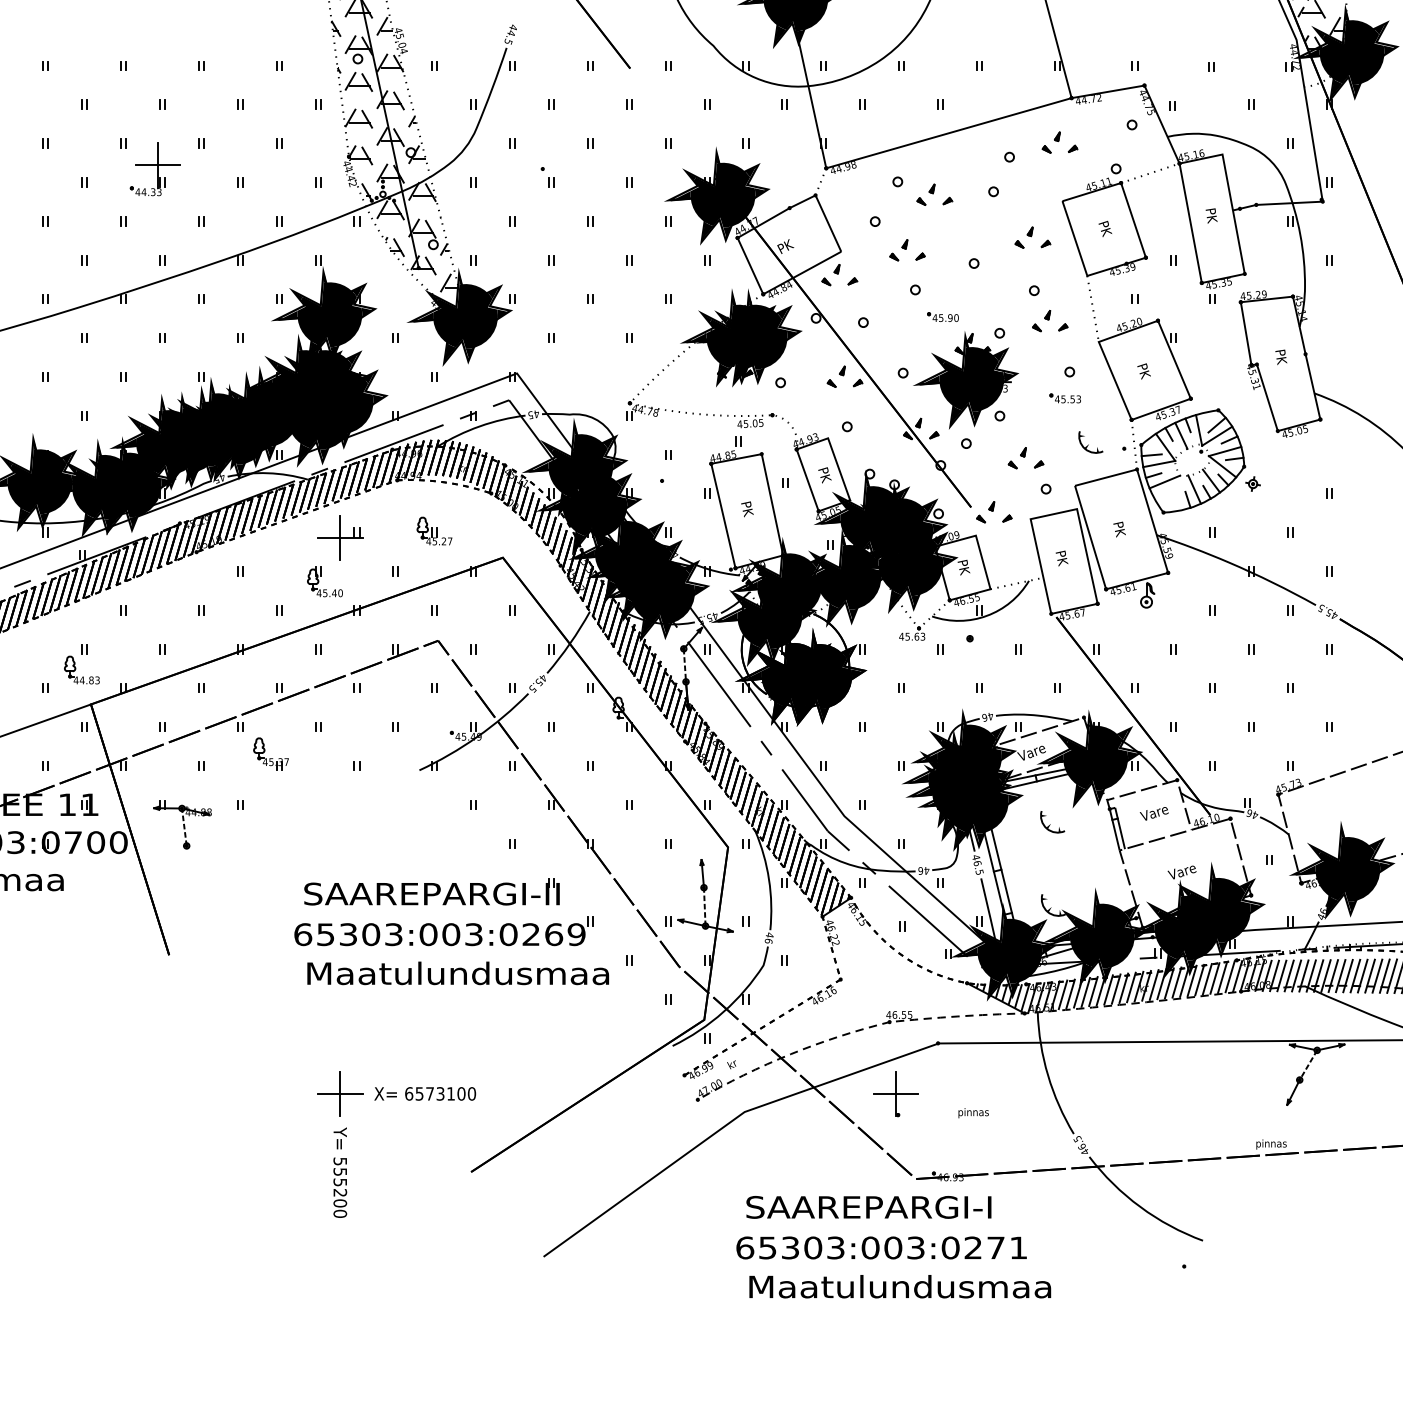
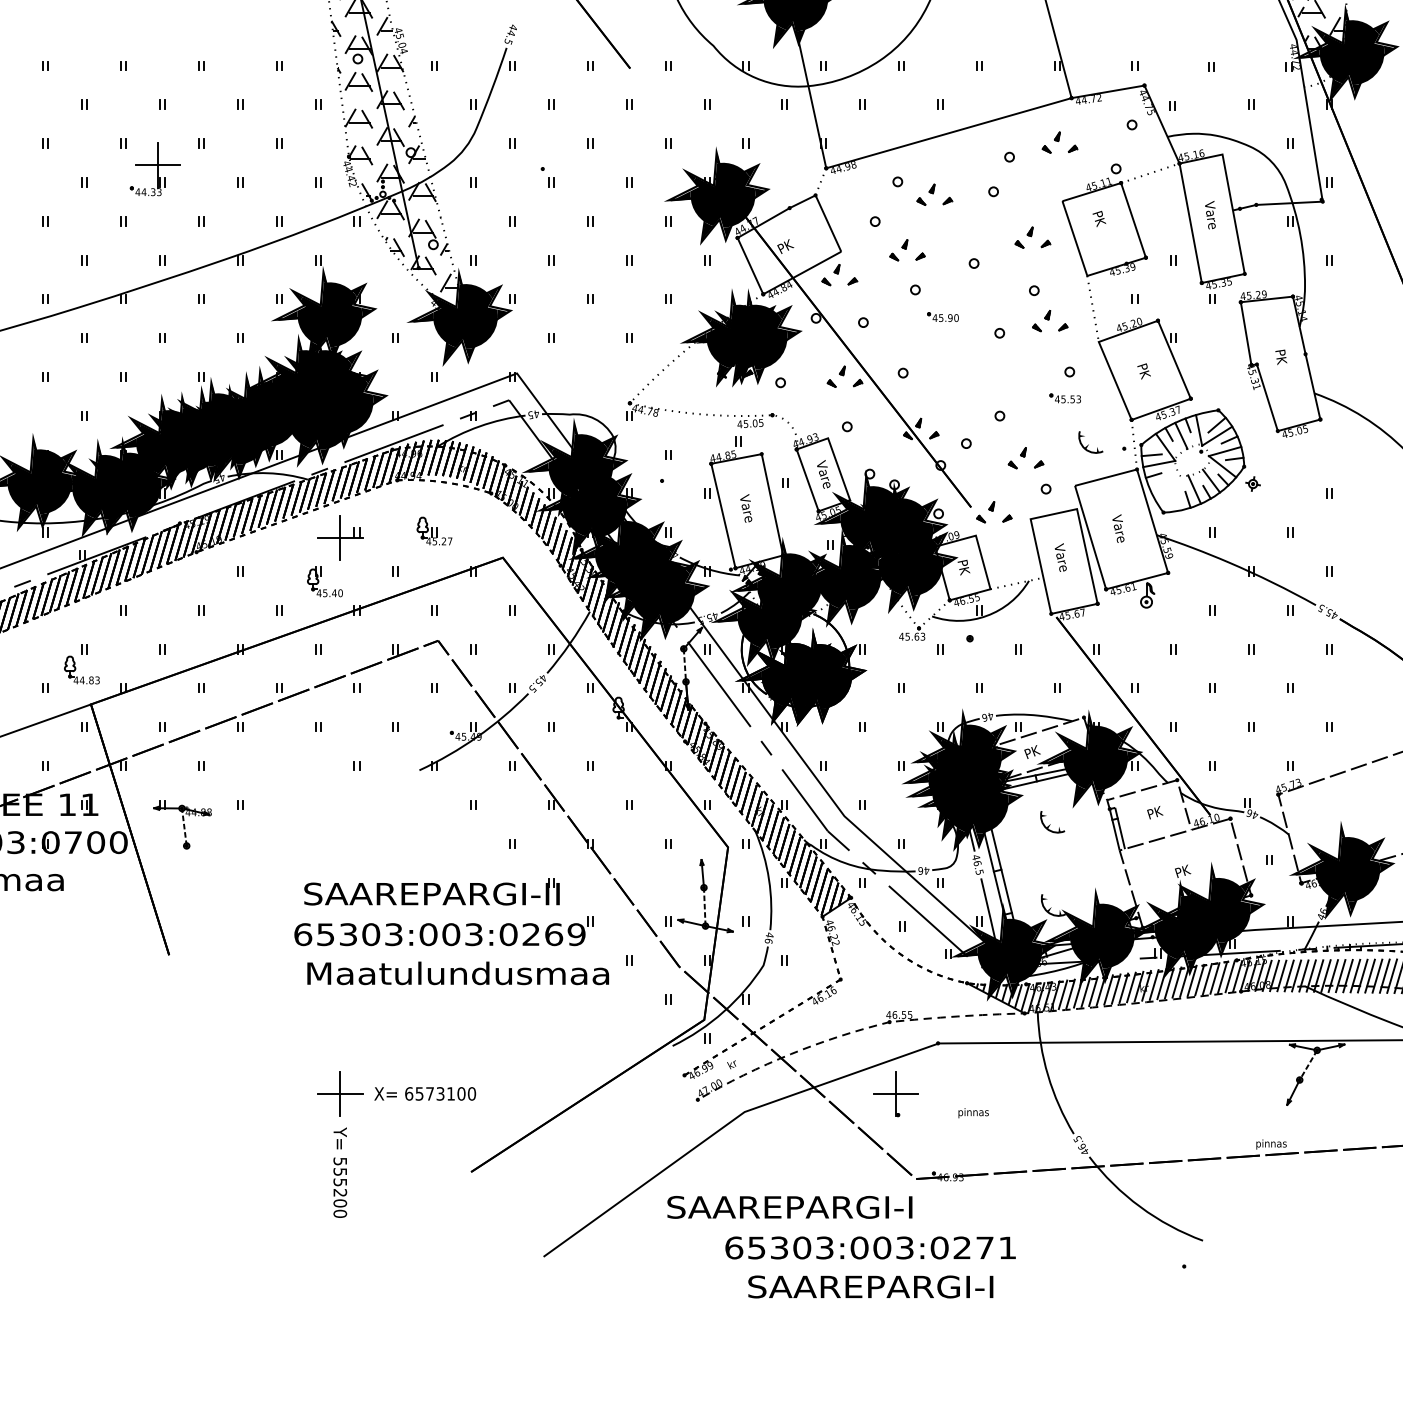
text at (1211, 214): PK -> Vare
text at (1105, 228) position: (1105, 228) -> (1099, 218)
part at (965, 380): present -> none
text at (824, 474): PK -> Vare
line at (1164, 481): present -> none
text at (746, 508): PK -> Vare
text at (1118, 528): PK -> Vare
text at (1061, 557): PK -> Vare
text at (1031, 752): Vare -> PK
part at (270, 753): present -> none
text at (1153, 813): Vare -> PK
text at (1181, 871): Vare -> PK
text at (868, 1207) position: (868, 1207) -> (789, 1207)
text at (881, 1247) position: (881, 1247) -> (870, 1247)
text at (899, 1286): Maatulundusmaa -> SAAREPARGI-I
